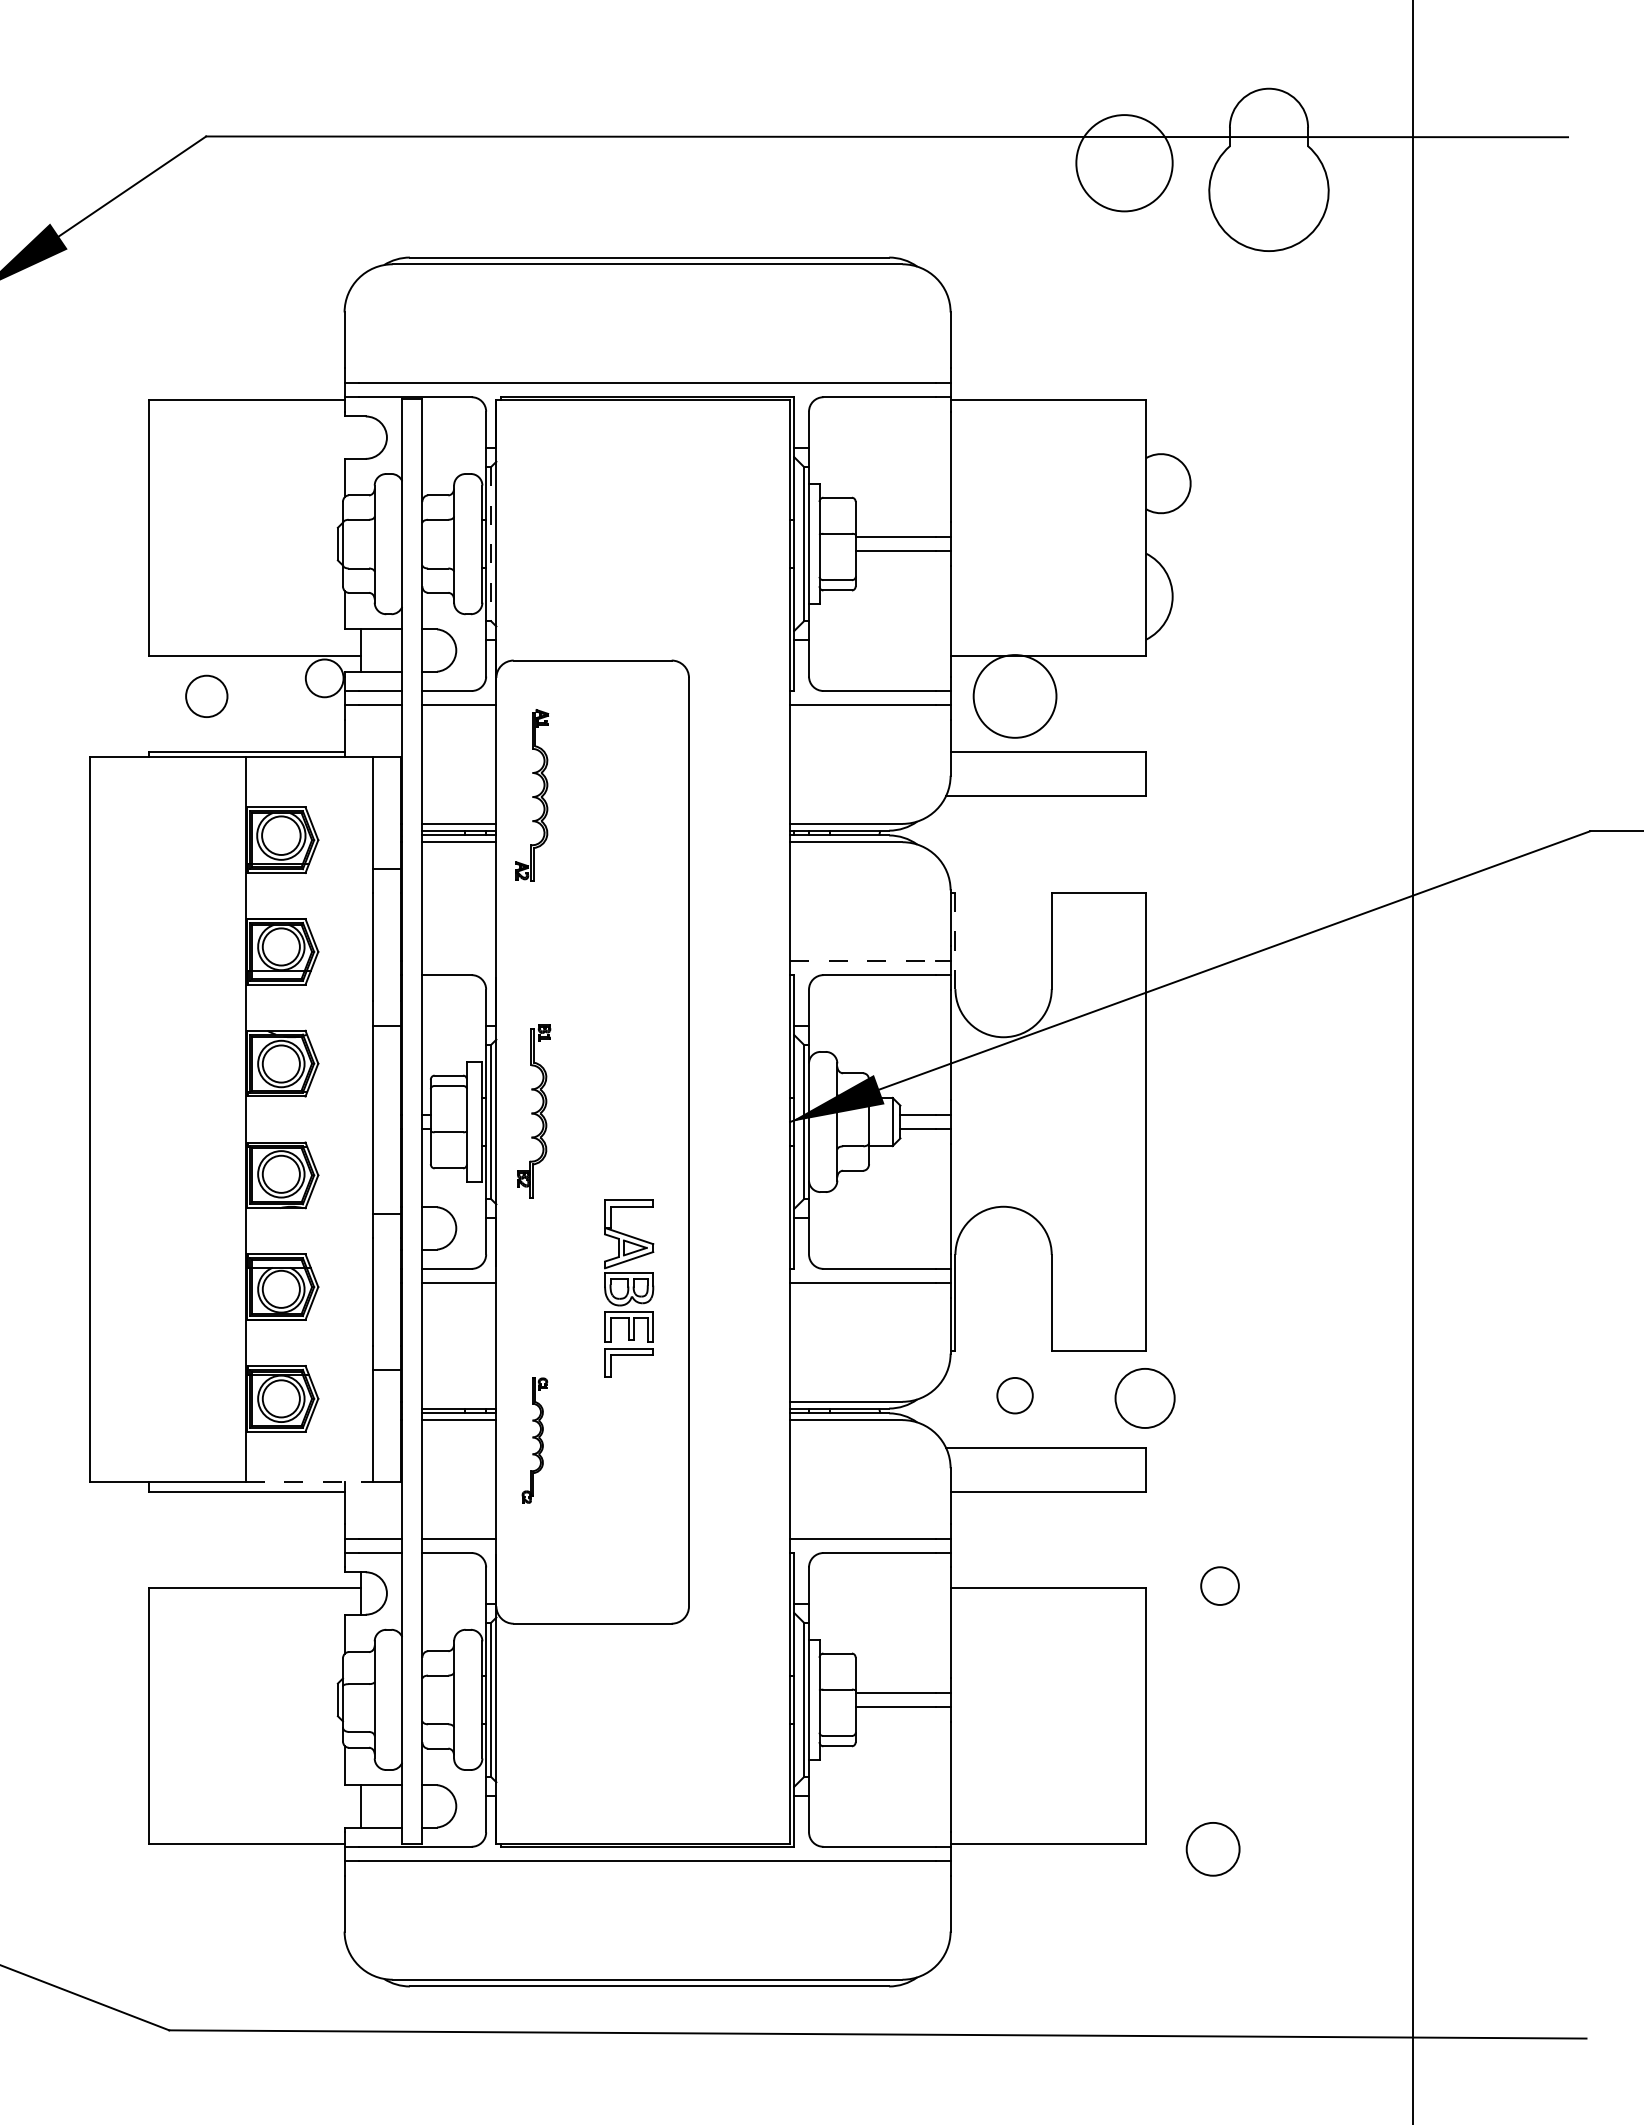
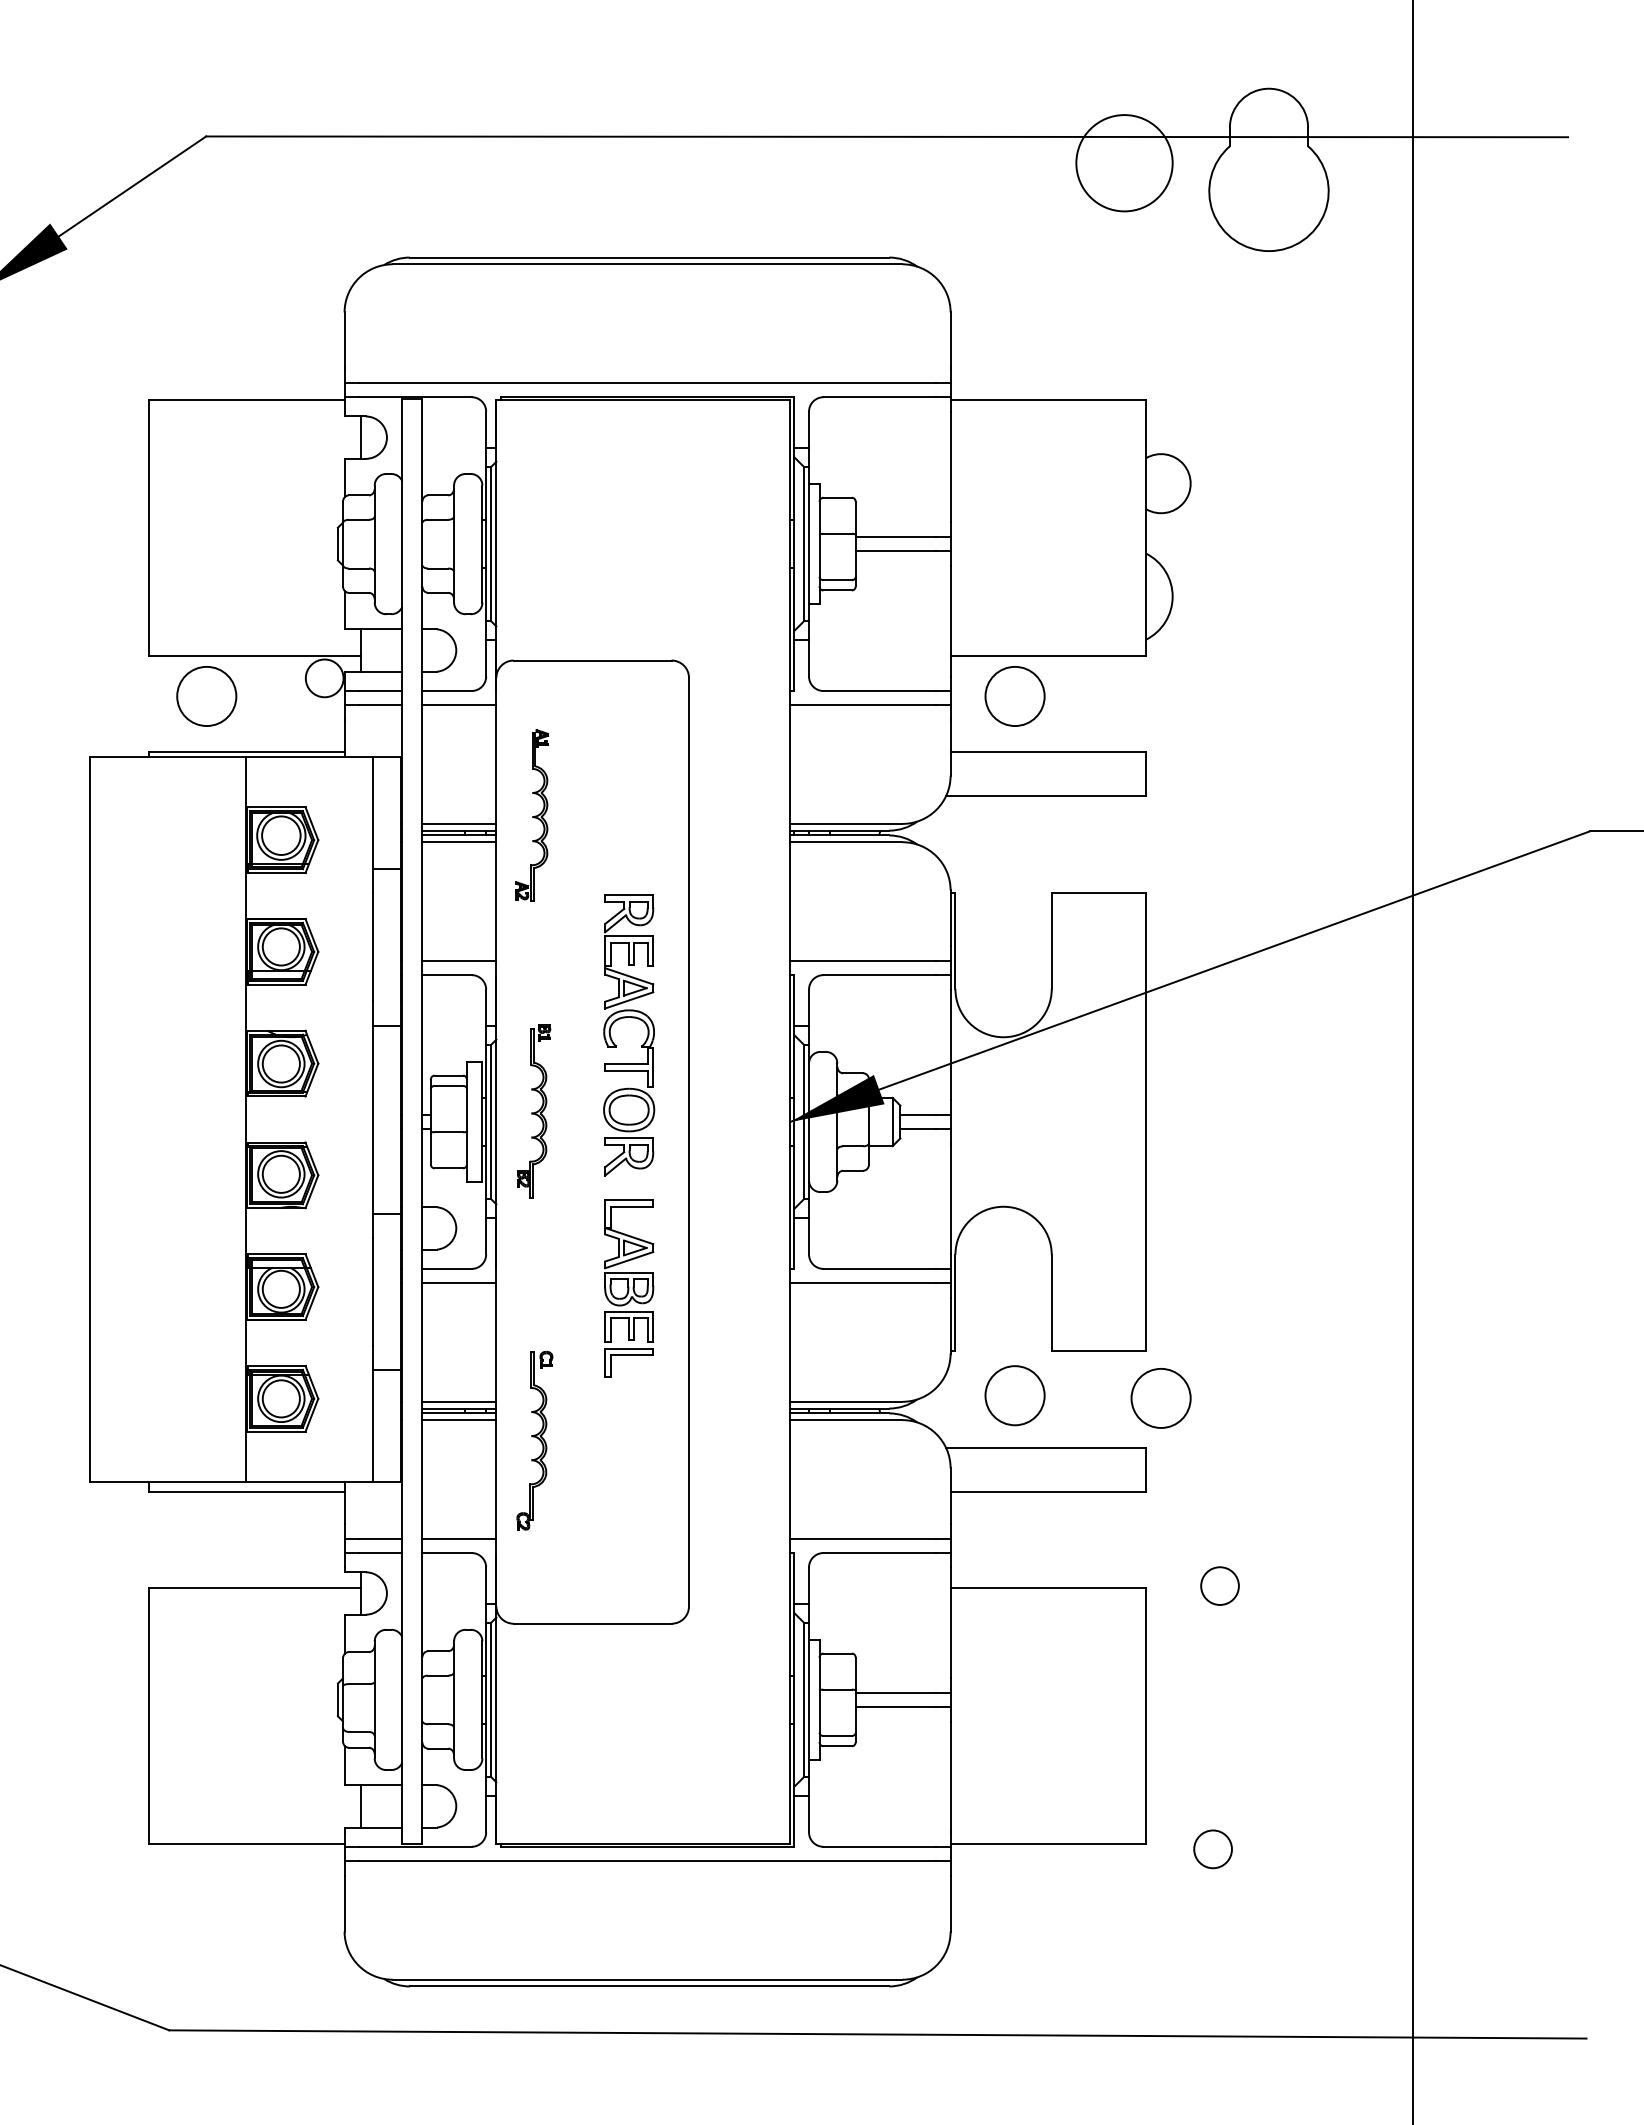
line at (361, 437): none -> present
line at (491, 544): dashed -> solid
circle at (206, 696) diameter: 41 px -> 59 px
circle at (1014, 696) diameter: 83 px -> 59 px
part at (532, 795) position: (532, 795) -> (532, 815)
line at (955, 940): dashed -> solid
line at (459, 960): none -> present
line at (863, 960): dashed -> solid
part at (641, 1045): none -> present
circle at (1014, 1395) diameter: 35 px -> 59 px
circle at (1144, 1398) position: (1144, 1398) -> (1160, 1398)
line at (459, 1401): none -> present
part at (534, 1440) size: 28x127 px -> 38x181 px
line at (309, 1482): dashed -> solid
circle at (1212, 1849) size: 56x55 px -> 40x41 px
